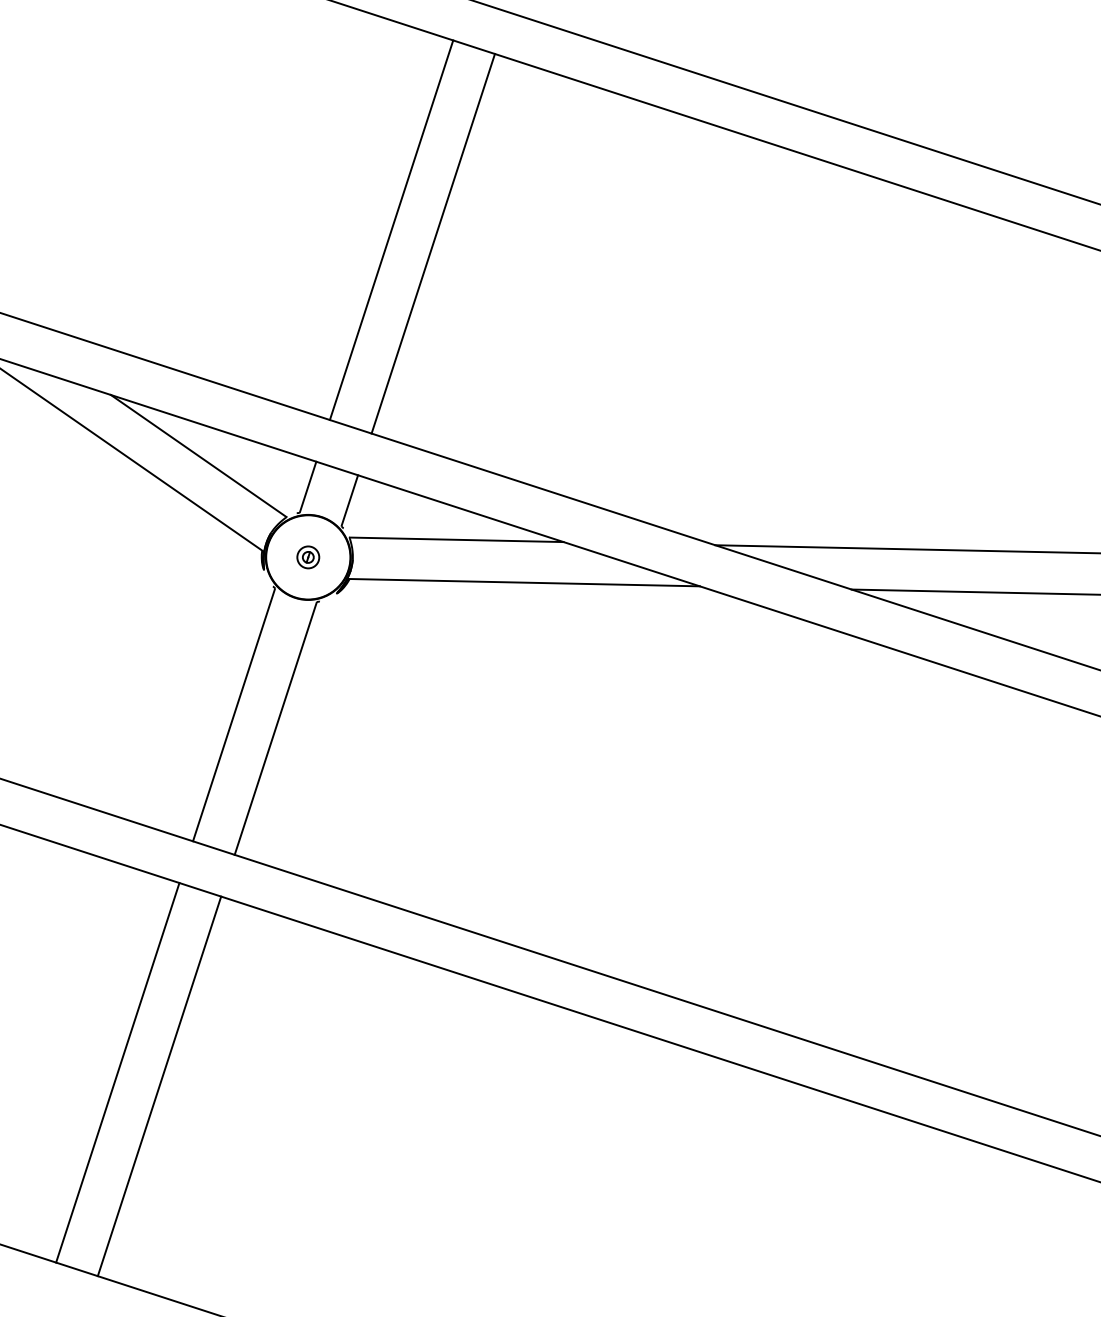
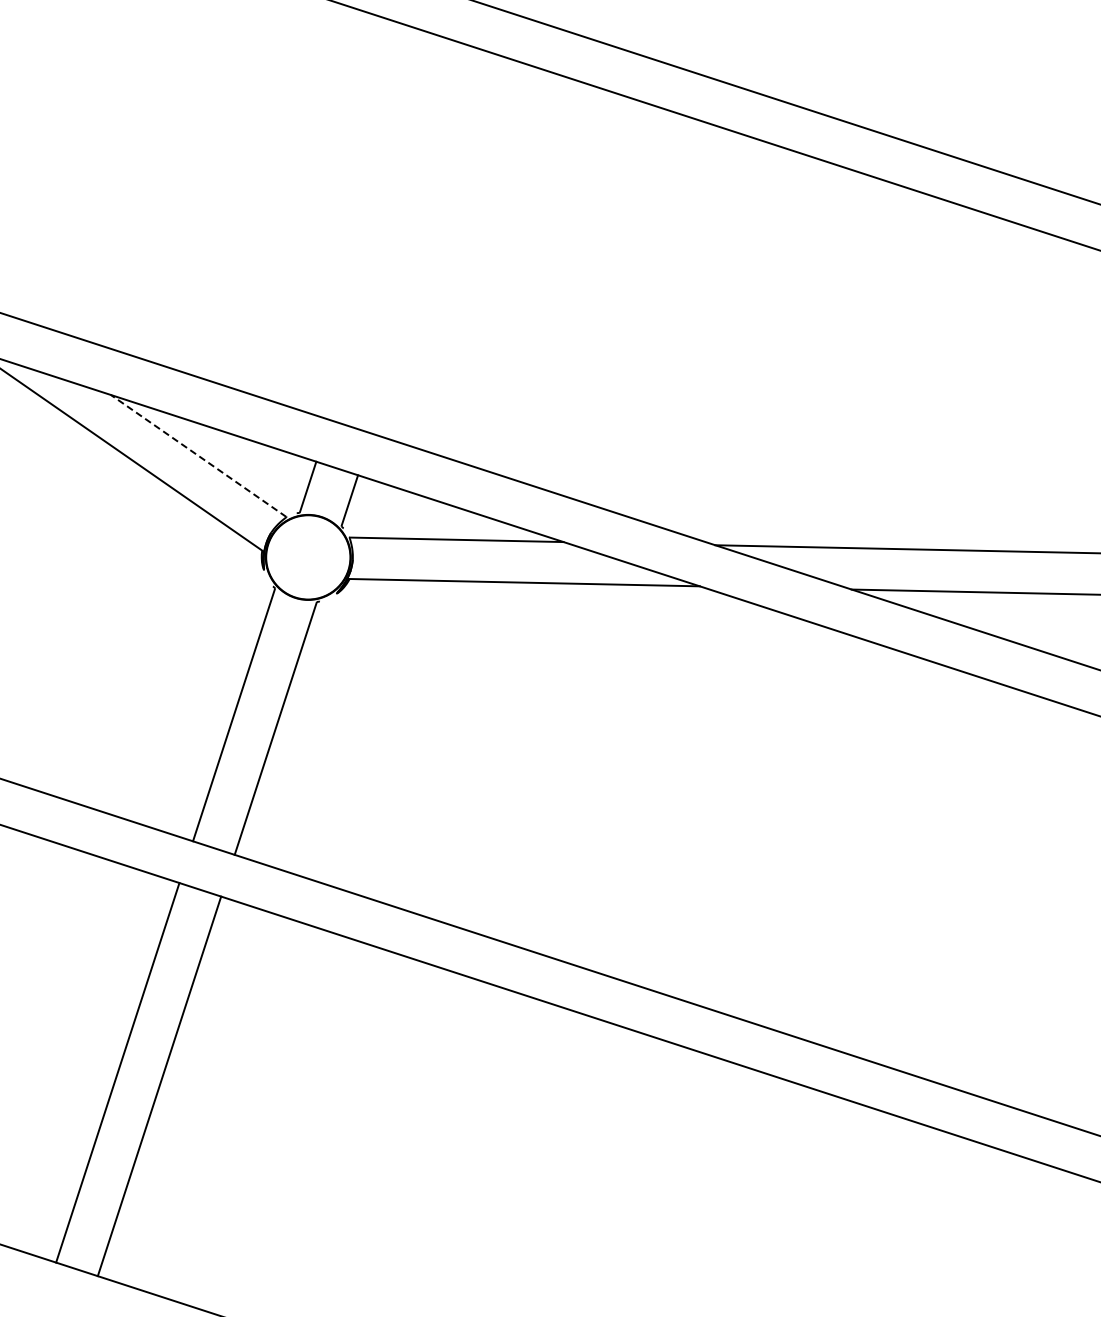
line at (391, 230): present -> none
line at (432, 243): present -> none
line at (198, 455): solid -> dashed
part at (308, 557): present -> none
